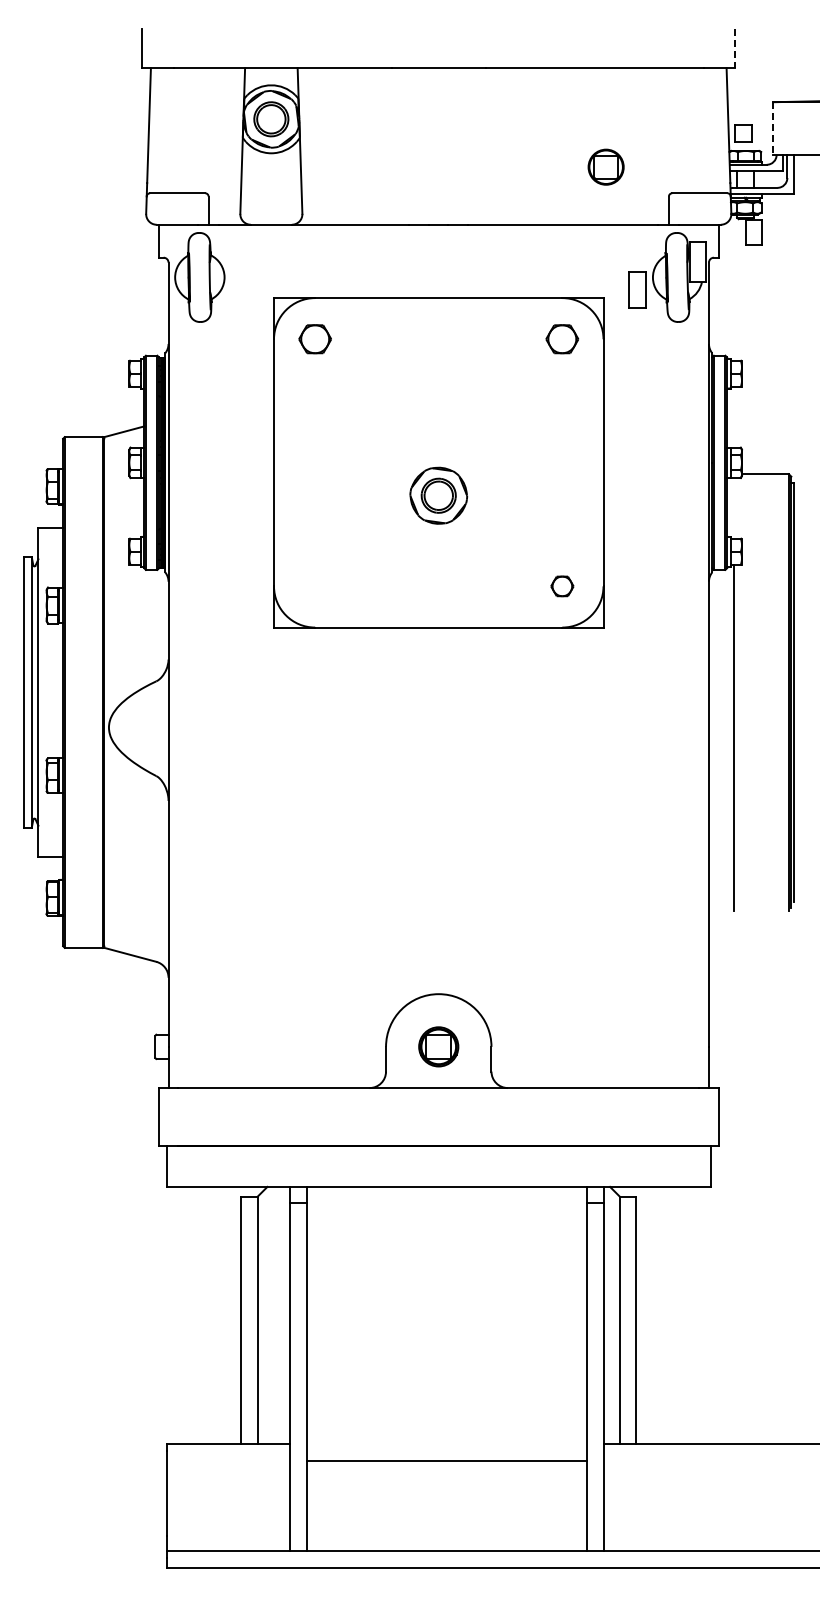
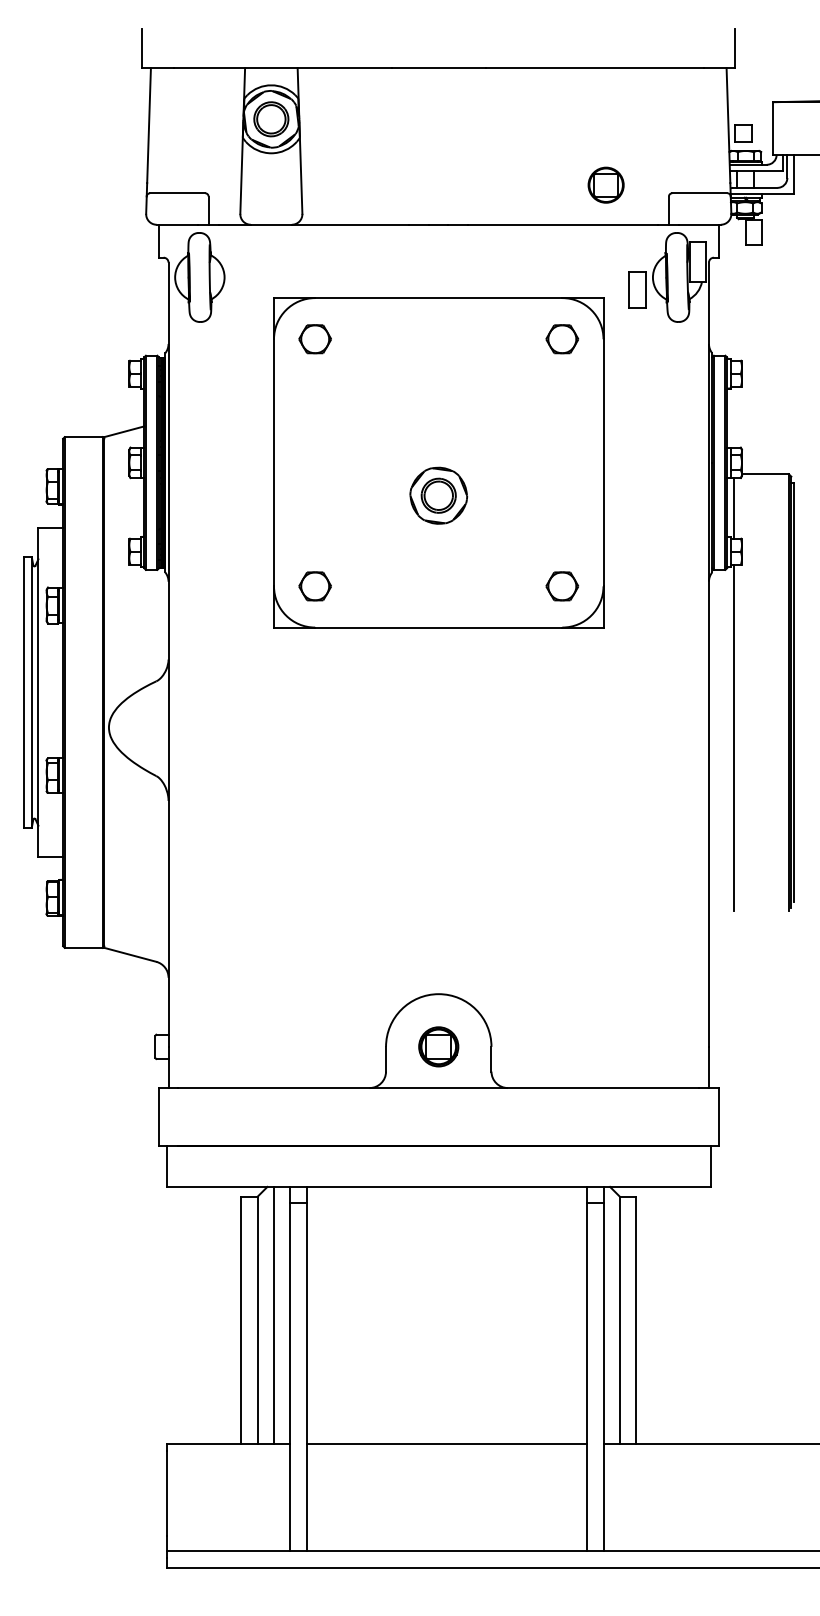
line at (735, 48): dashed -> solid
line at (773, 129): dashed -> solid
part at (605, 166) position: (605, 166) -> (605, 184)
line at (733, 508): none -> present
part at (314, 586): none -> present
part at (562, 586) size: 25x23 px -> 35x31 px
line at (274, 1314): none -> present
line at (446, 1460) position: (446, 1460) -> (446, 1443)
